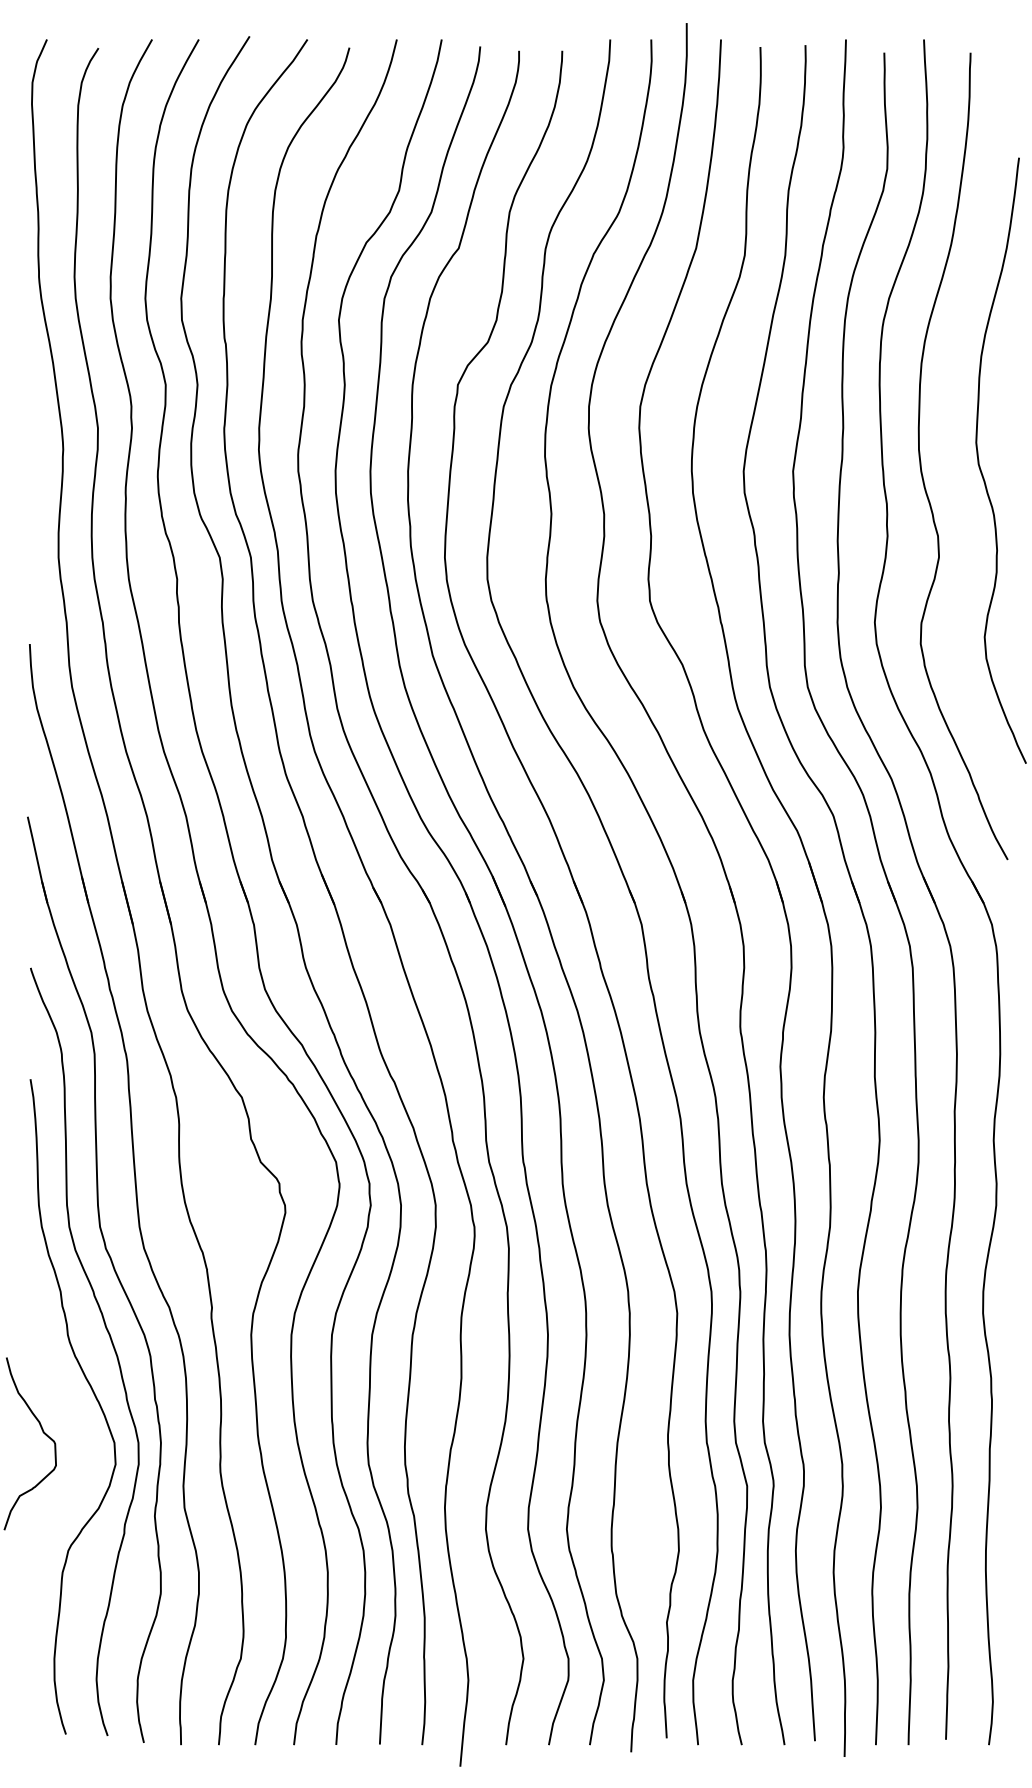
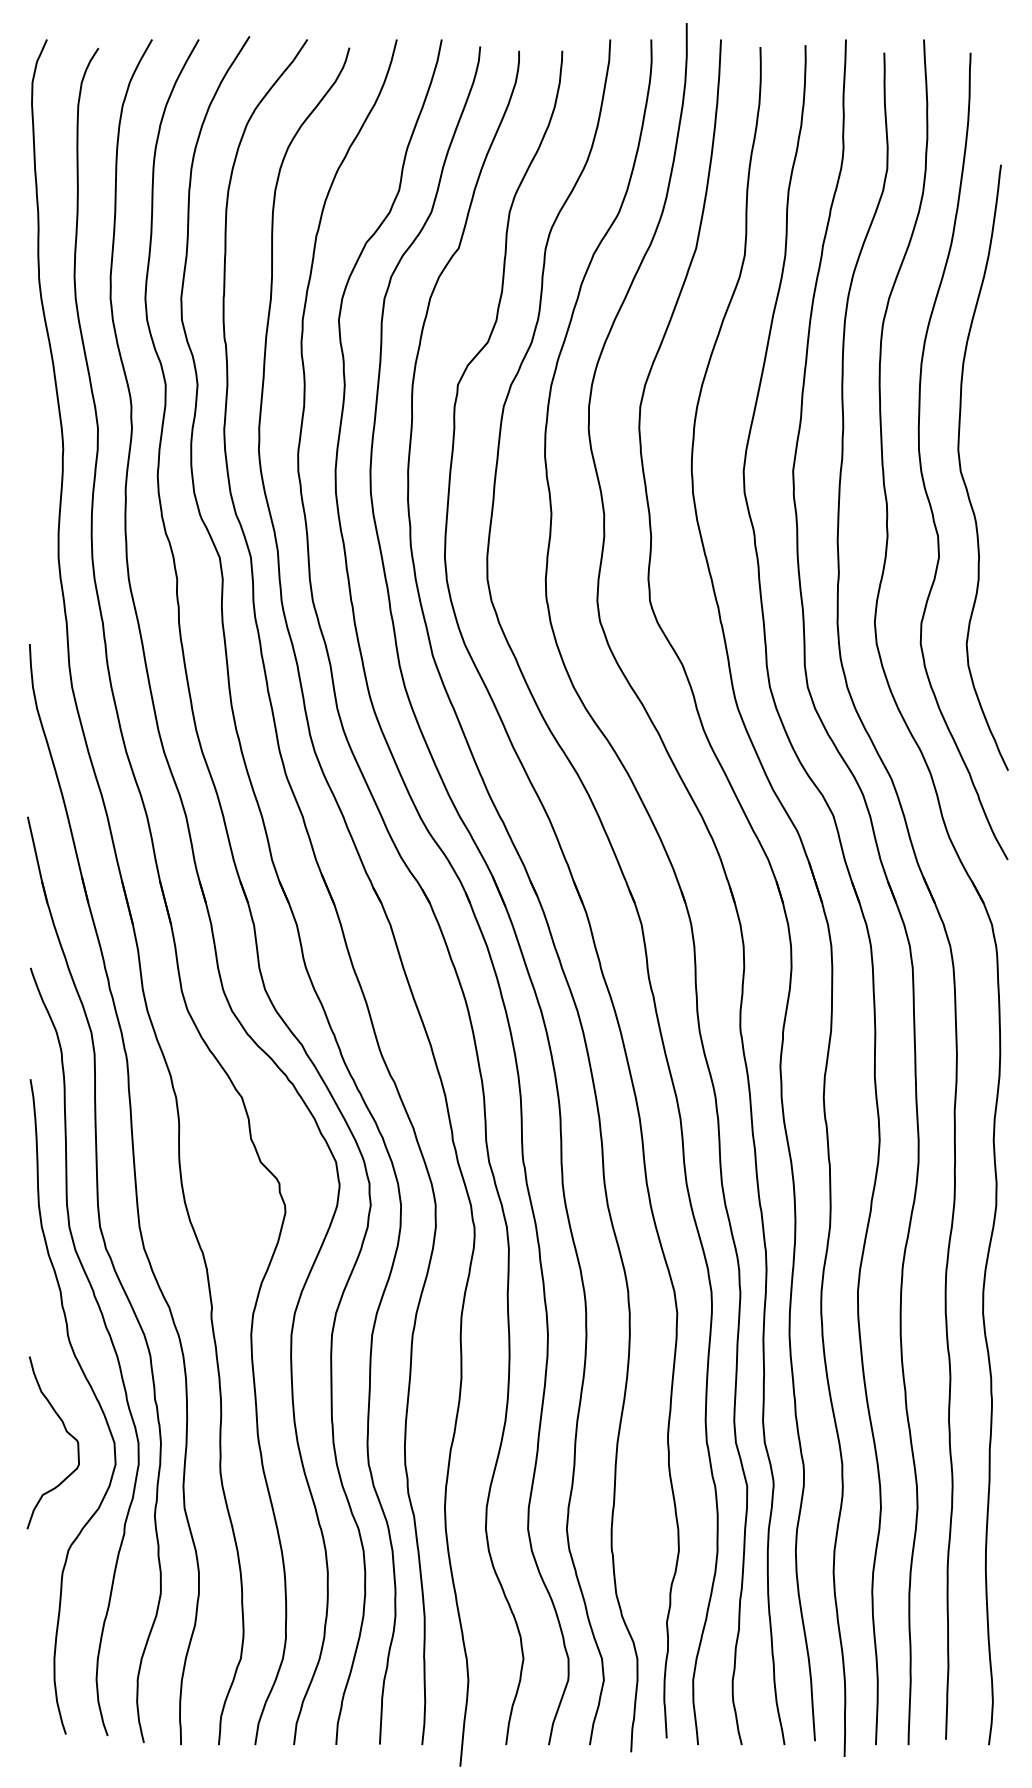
curve at (980, 466) position: (980, 466) -> (962, 473)
curve at (42, 1432) position: (42, 1432) -> (65, 1431)
